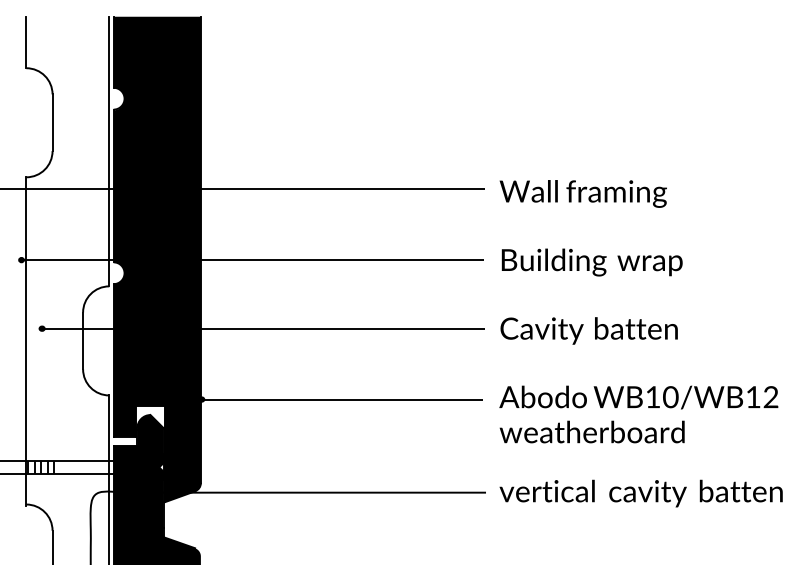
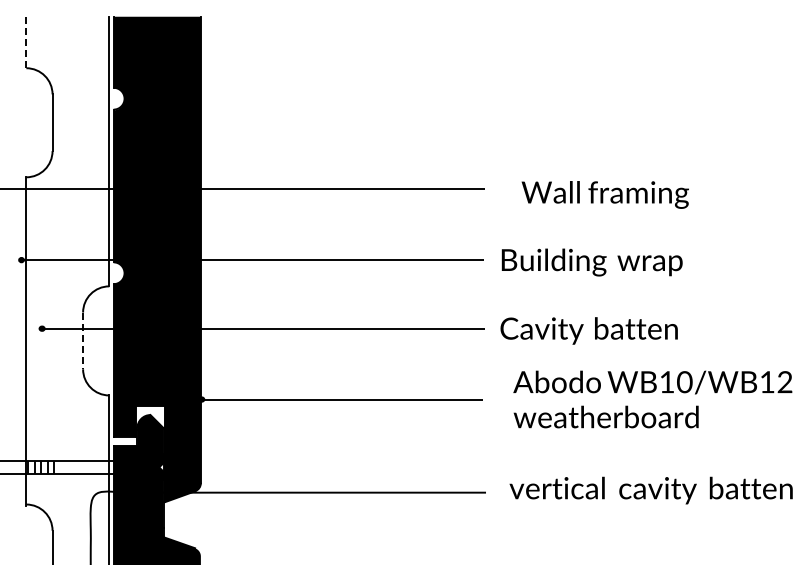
line at (26, 42): solid -> dashed
text at (582, 193) position: (582, 193) -> (604, 194)
line at (83, 341): solid -> dashed
text at (638, 414) position: (638, 414) -> (652, 399)
text at (640, 493) position: (640, 493) -> (650, 490)
